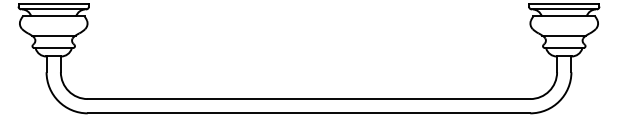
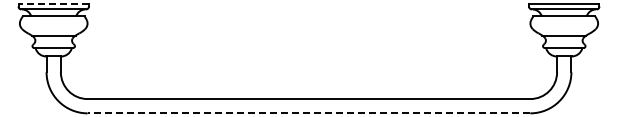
line at (53, 3): solid -> dashed
line at (308, 113): solid -> dashed
